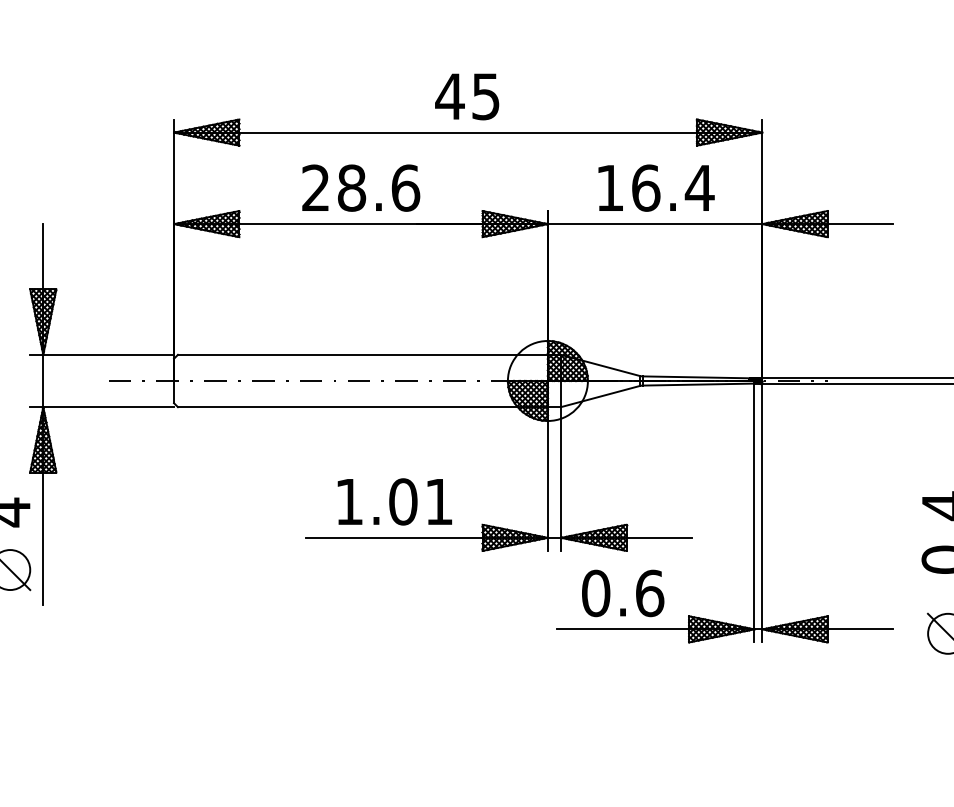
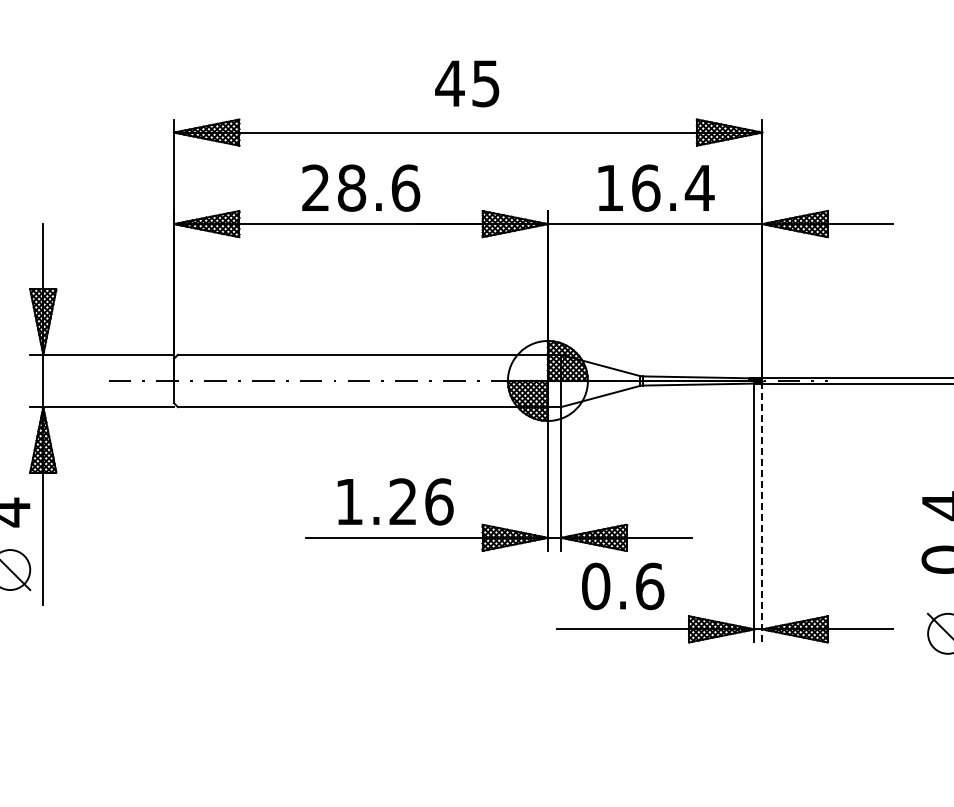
text at (467, 96) position: (467, 96) -> (467, 83)
text at (421, 501): 1.01 -> 1.26
line at (762, 512): solid -> dashed
text at (623, 593) position: (623, 593) -> (623, 586)
